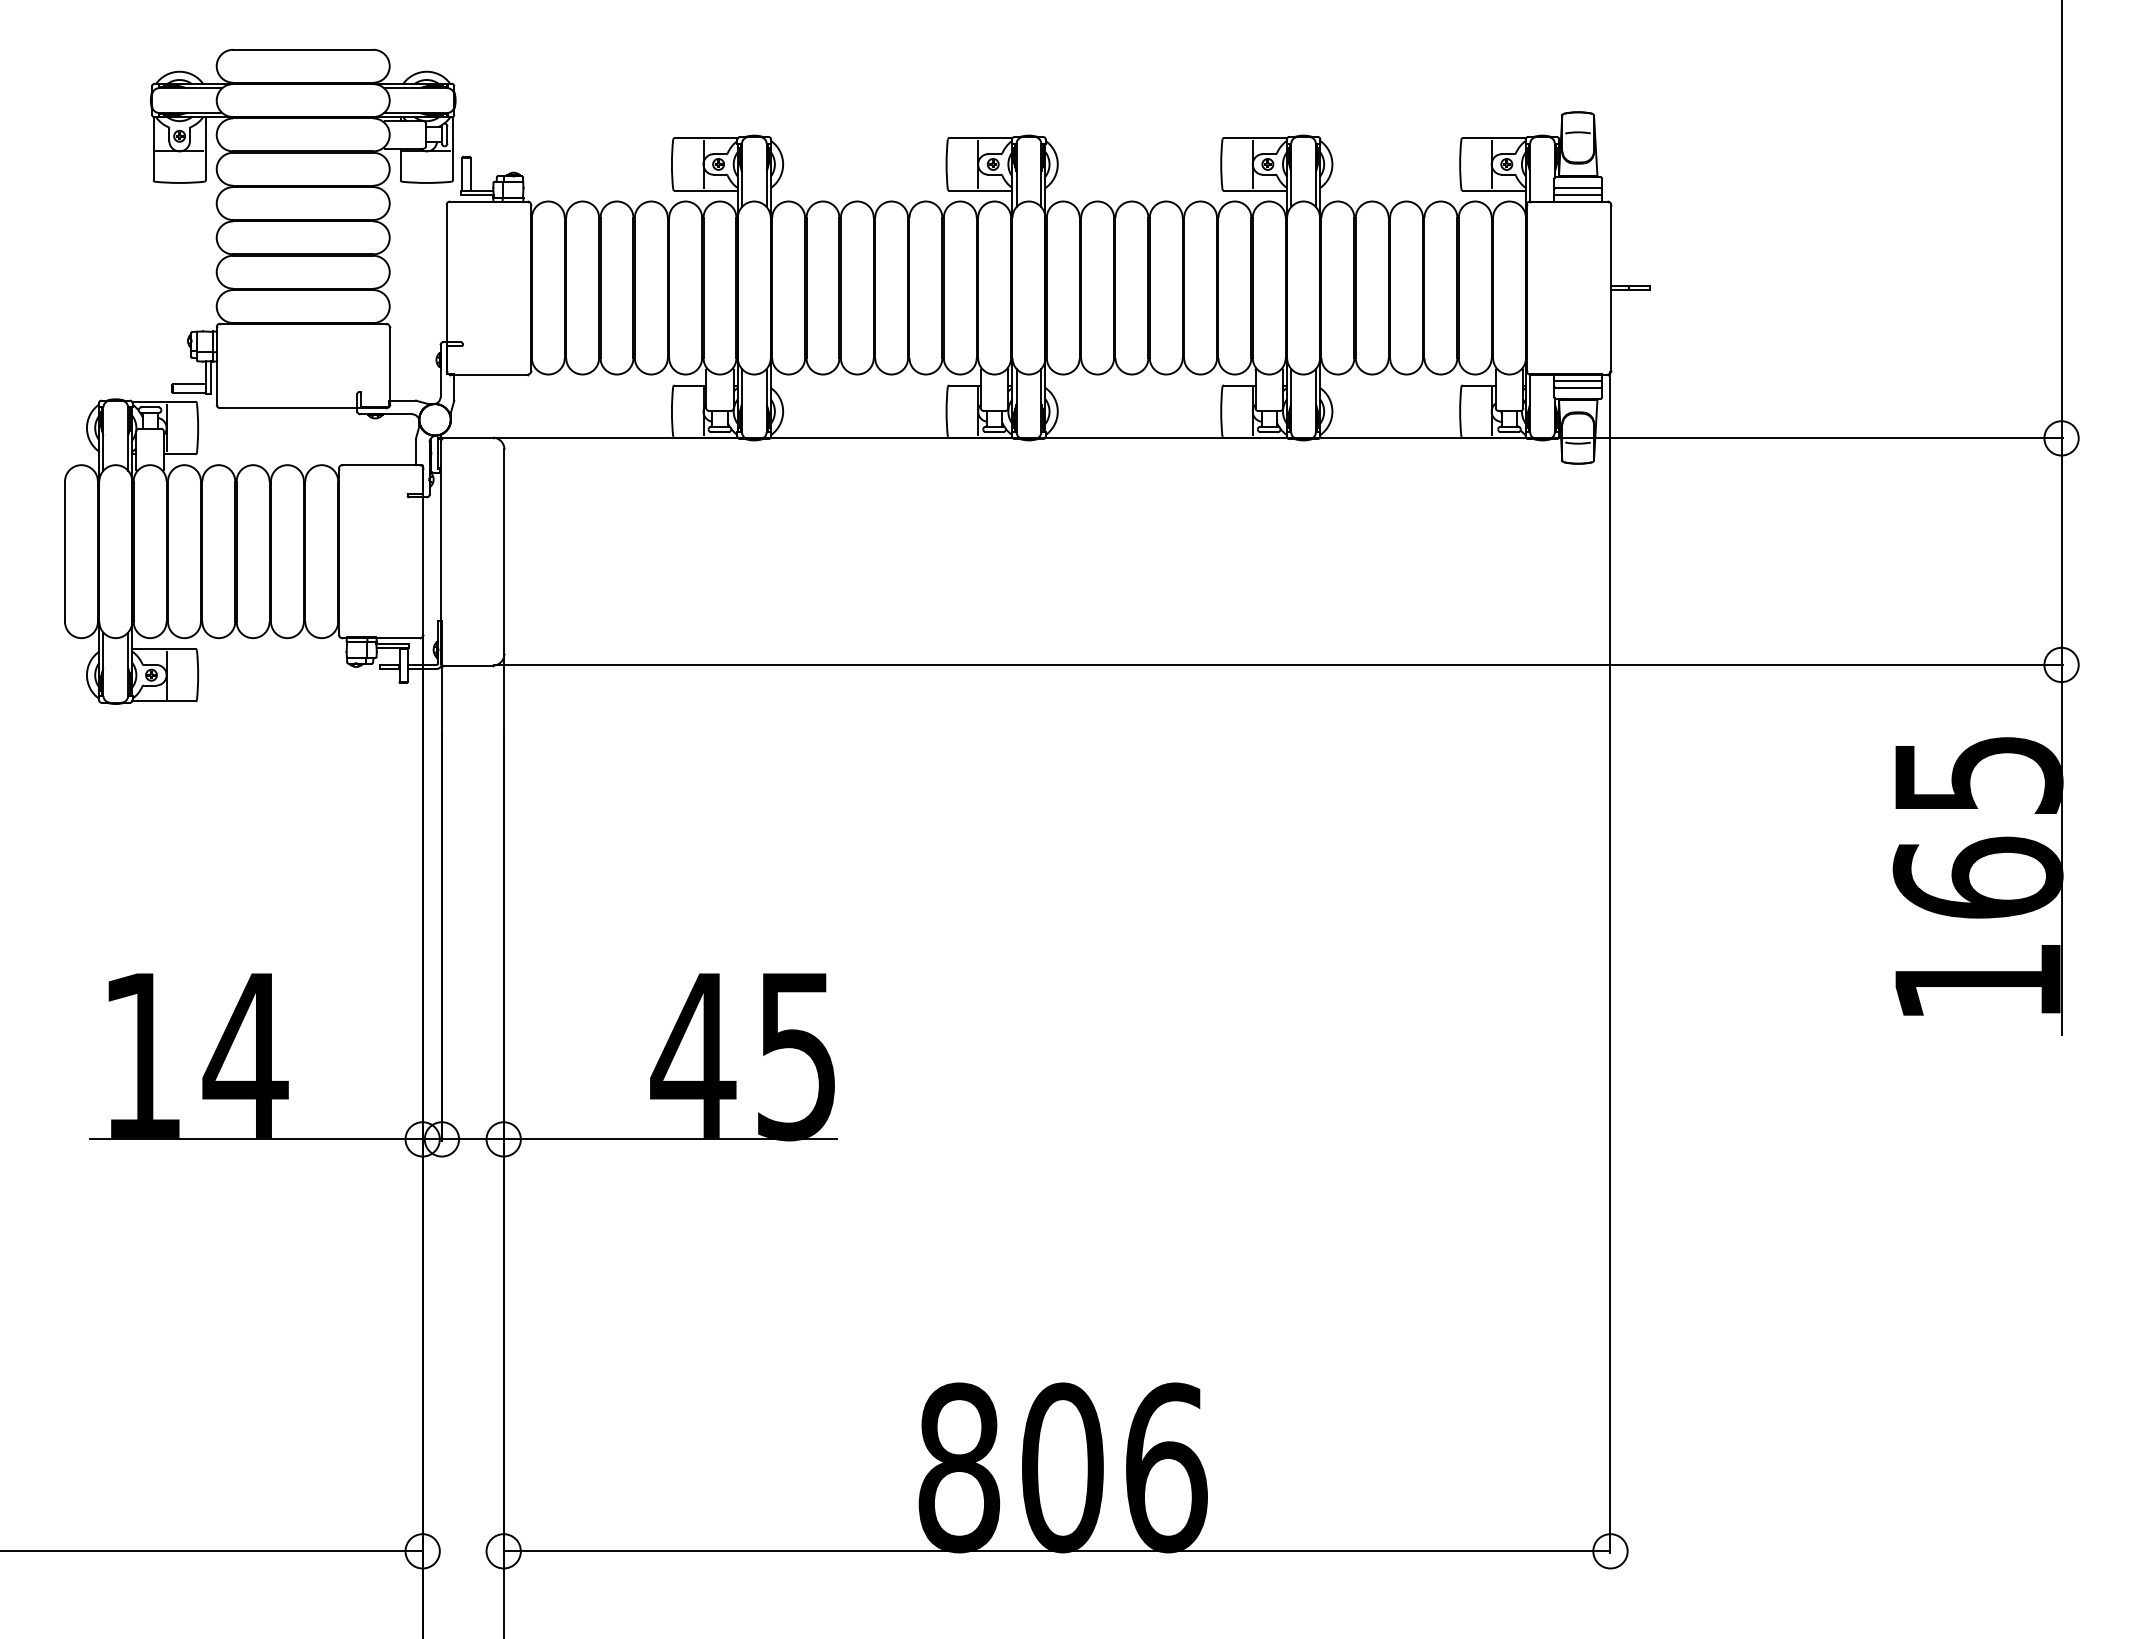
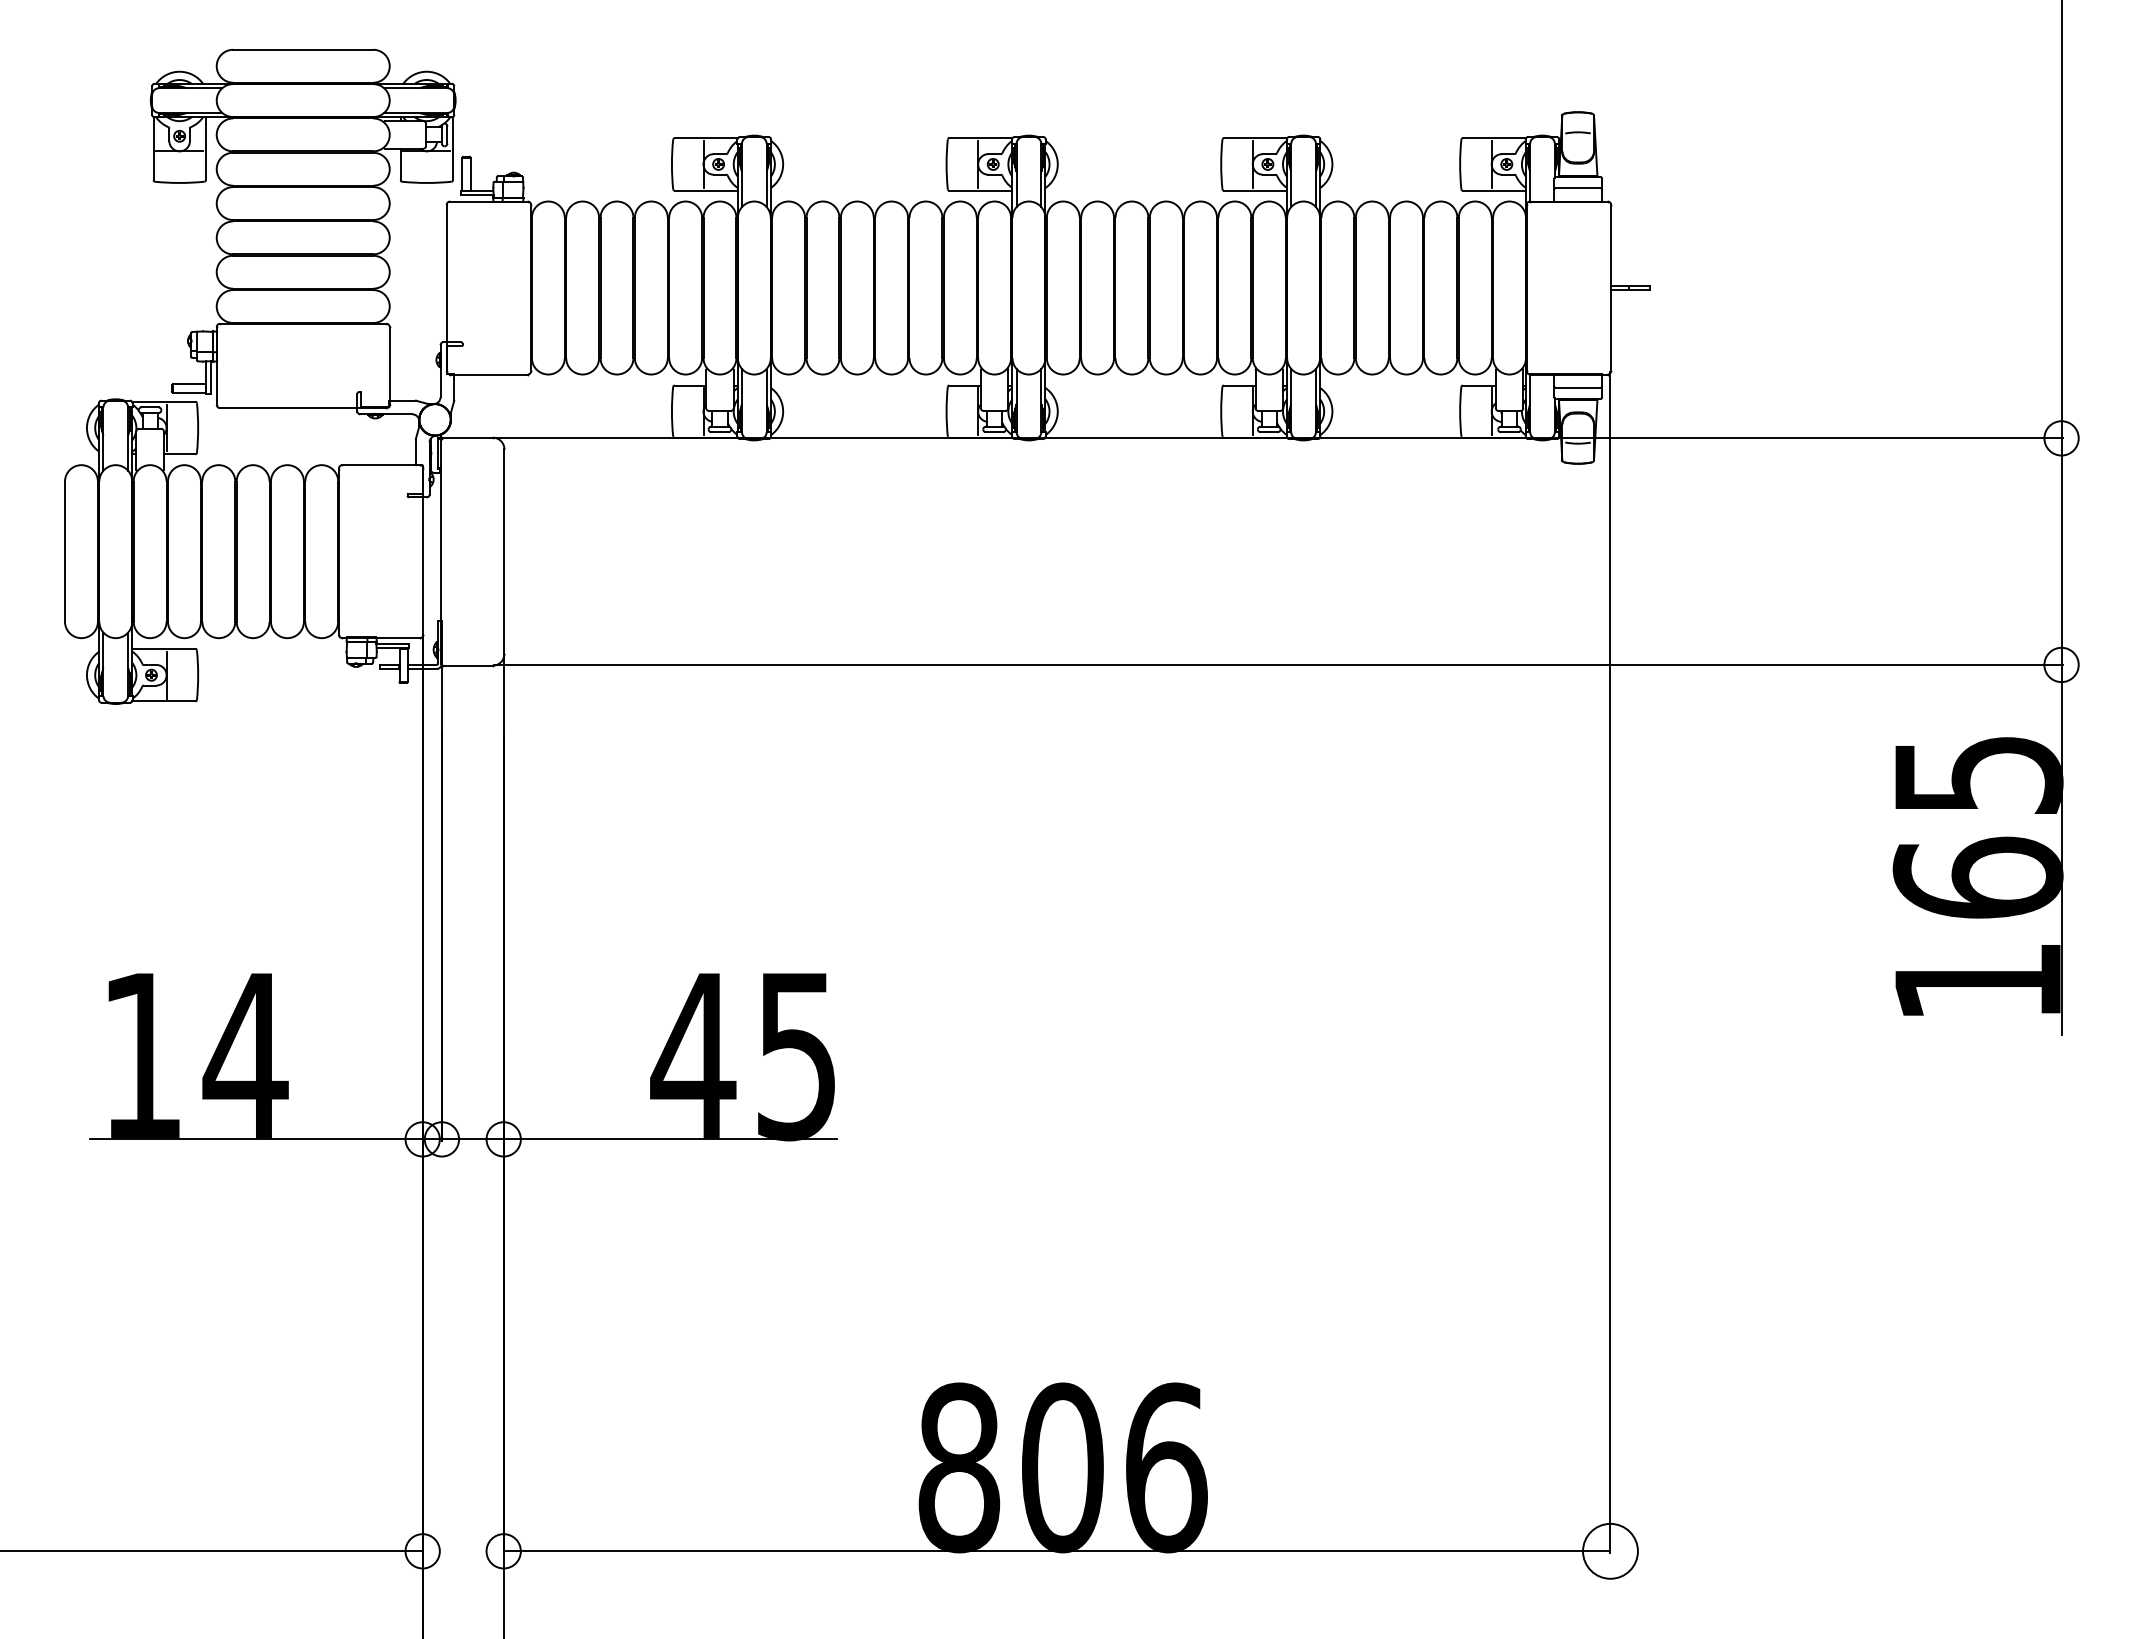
line at (1577, 194): present -> none
line at (1577, 381): present -> none
circle at (1610, 1551) diameter: 34 px -> 55 px
